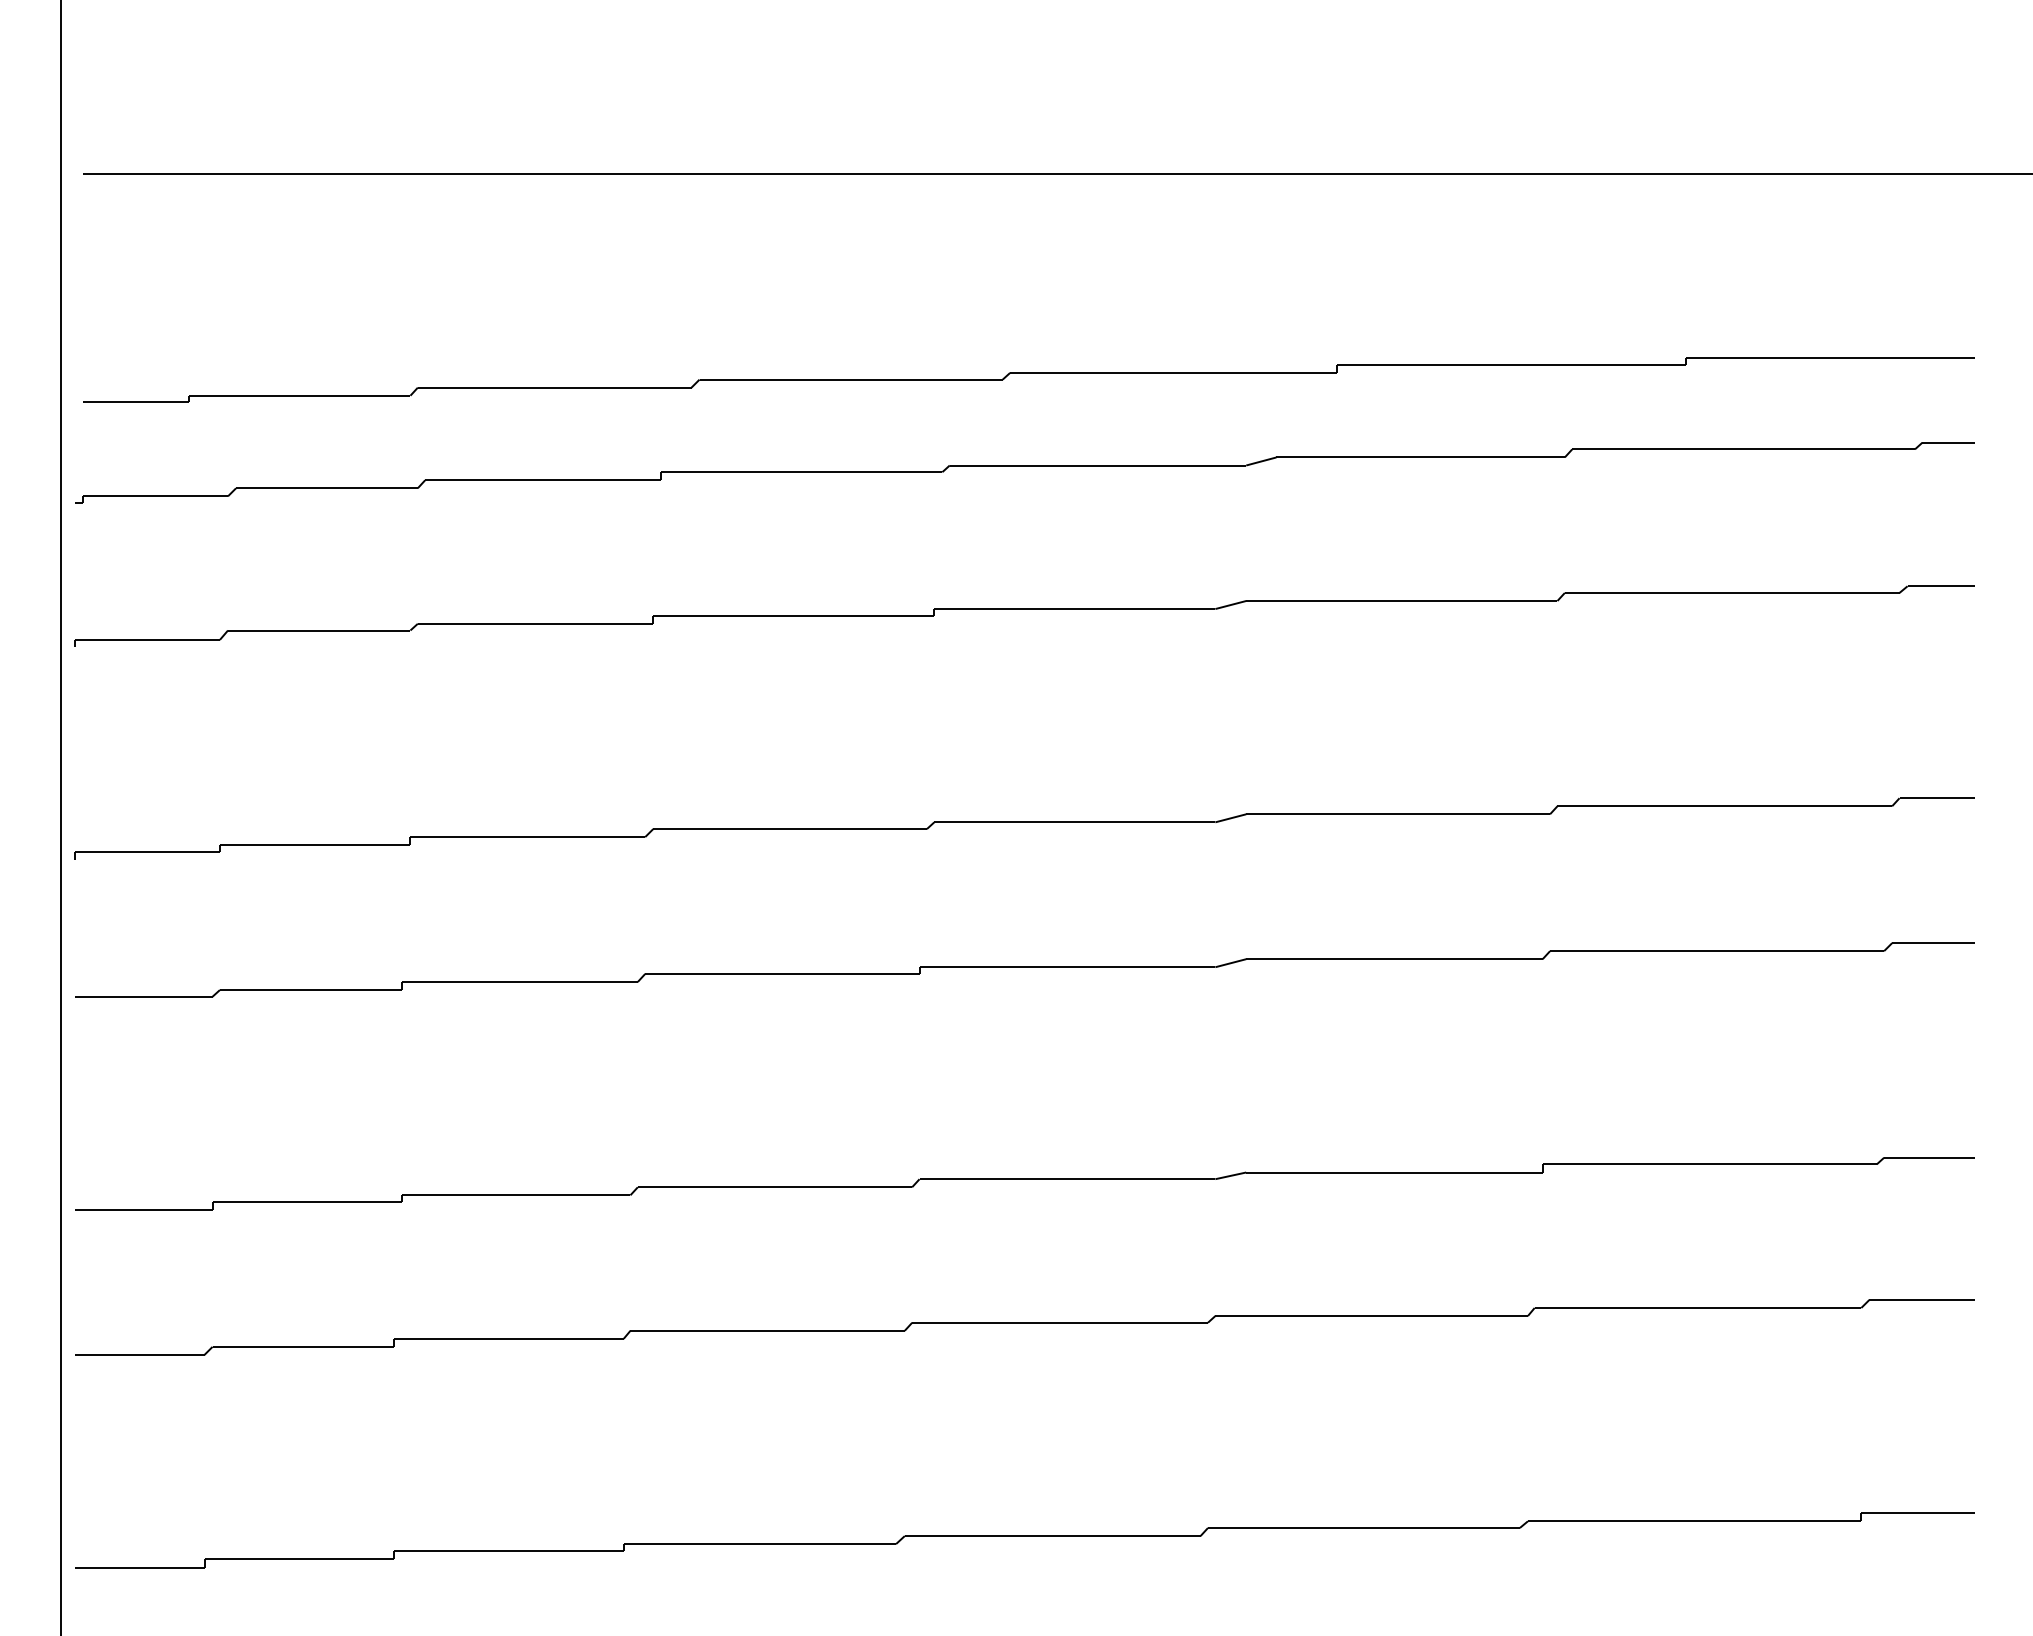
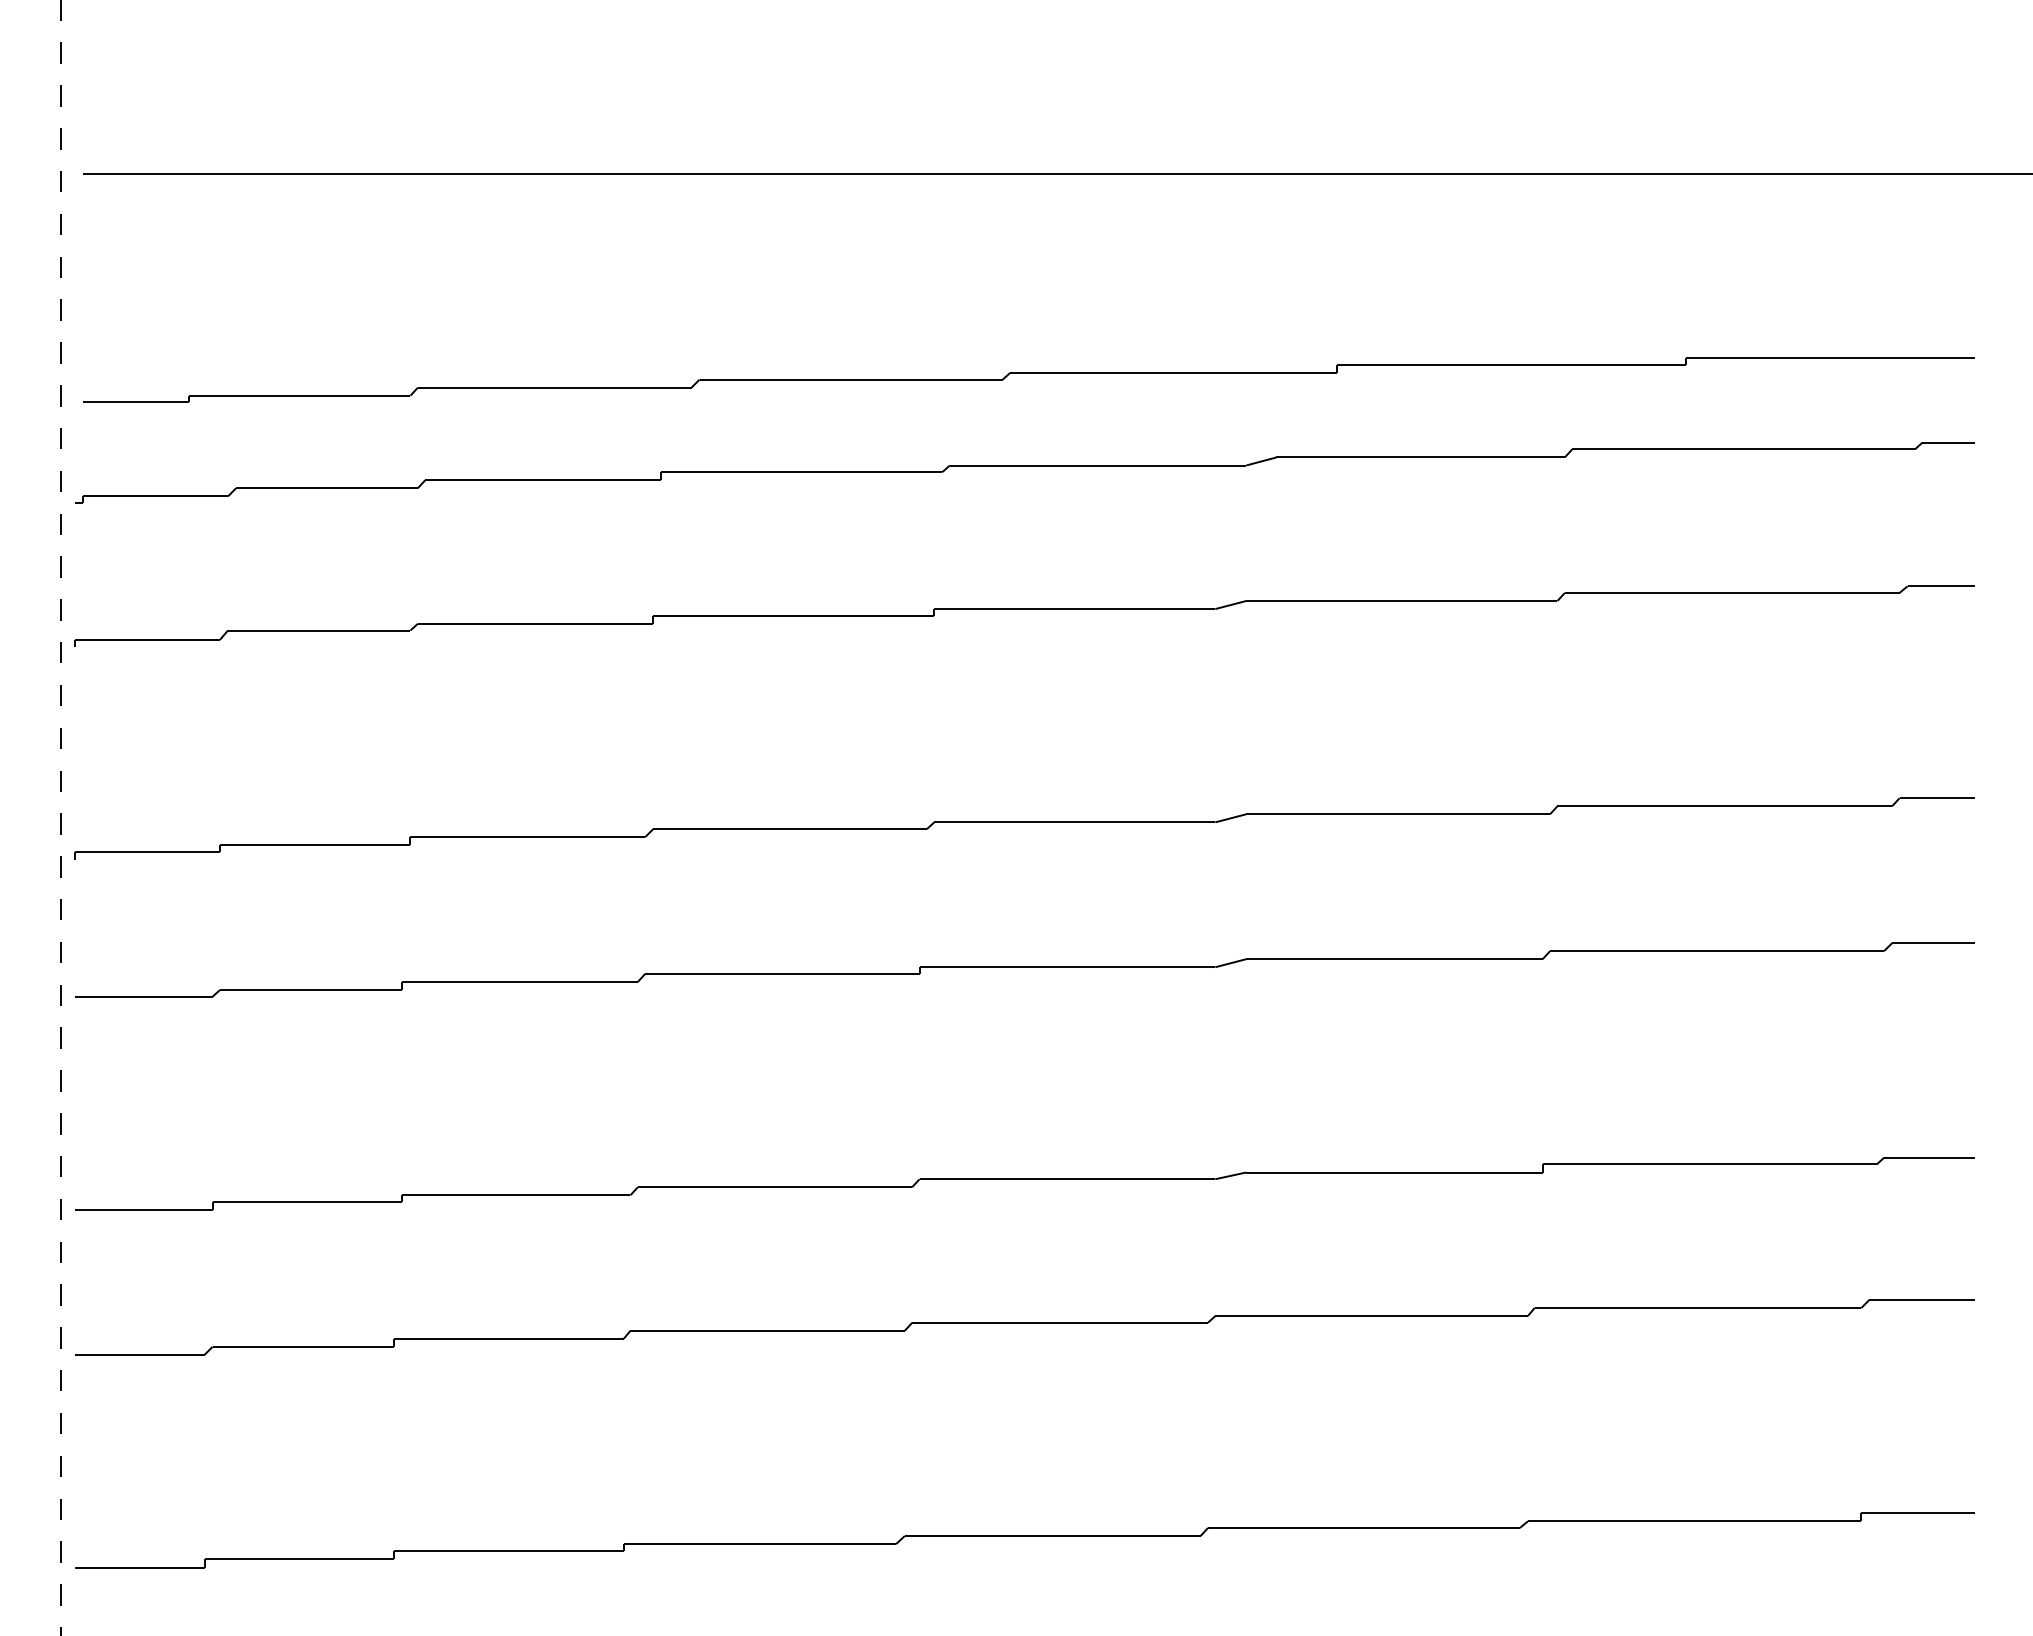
line at (60, 817): solid -> dashed
